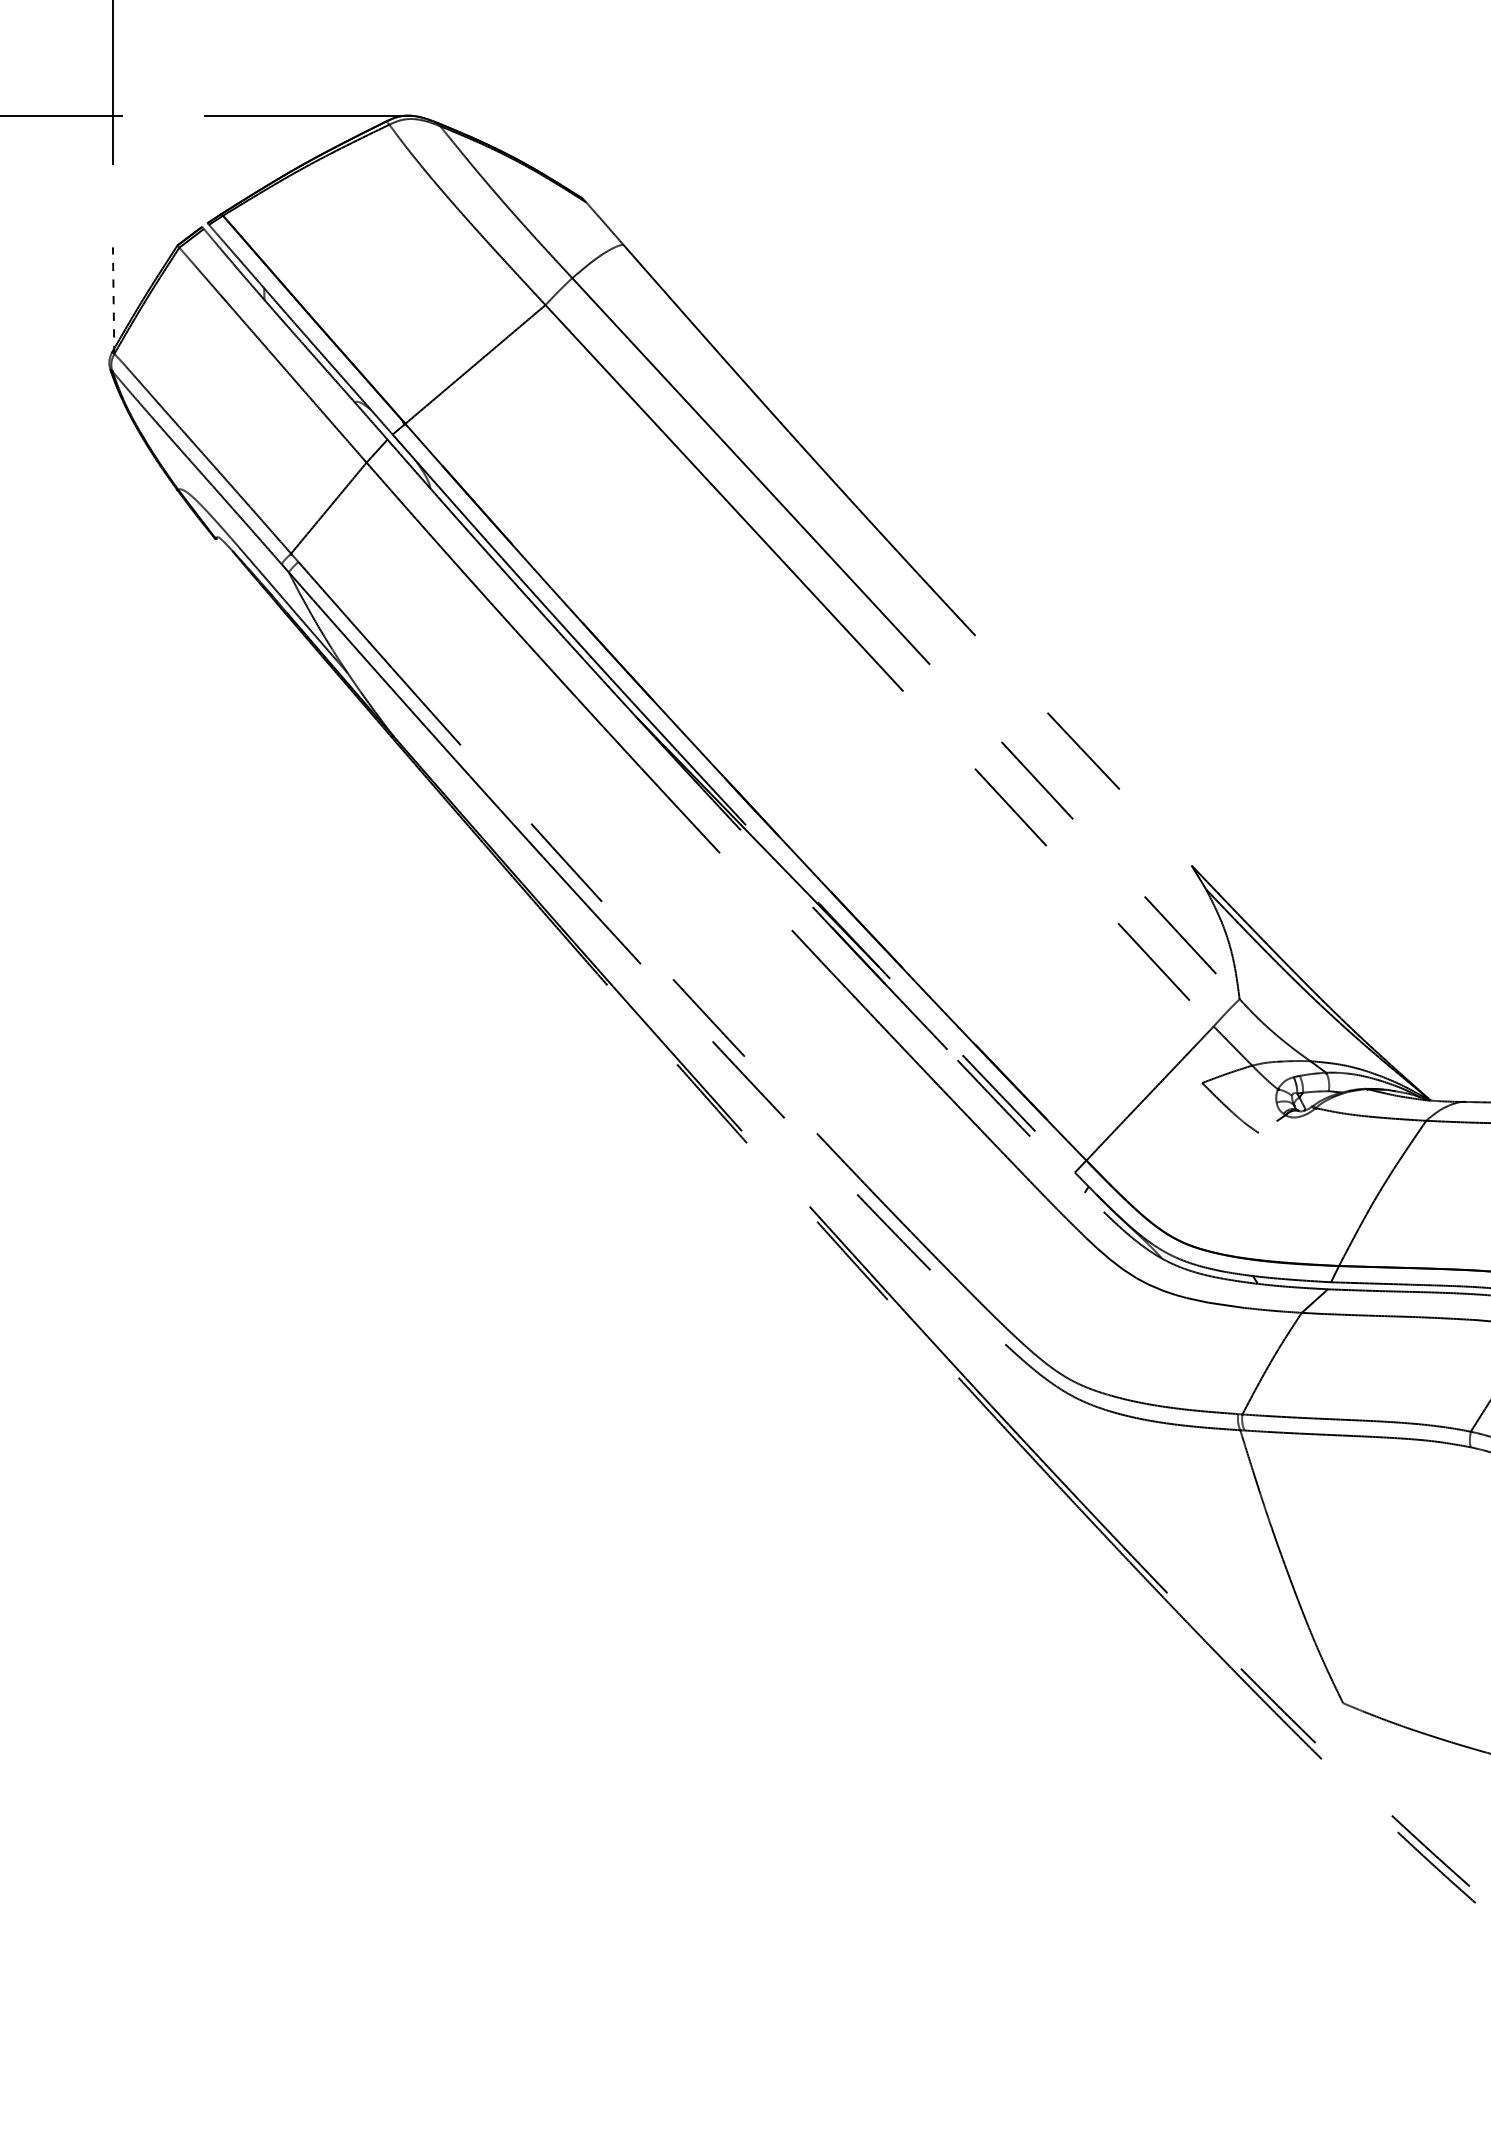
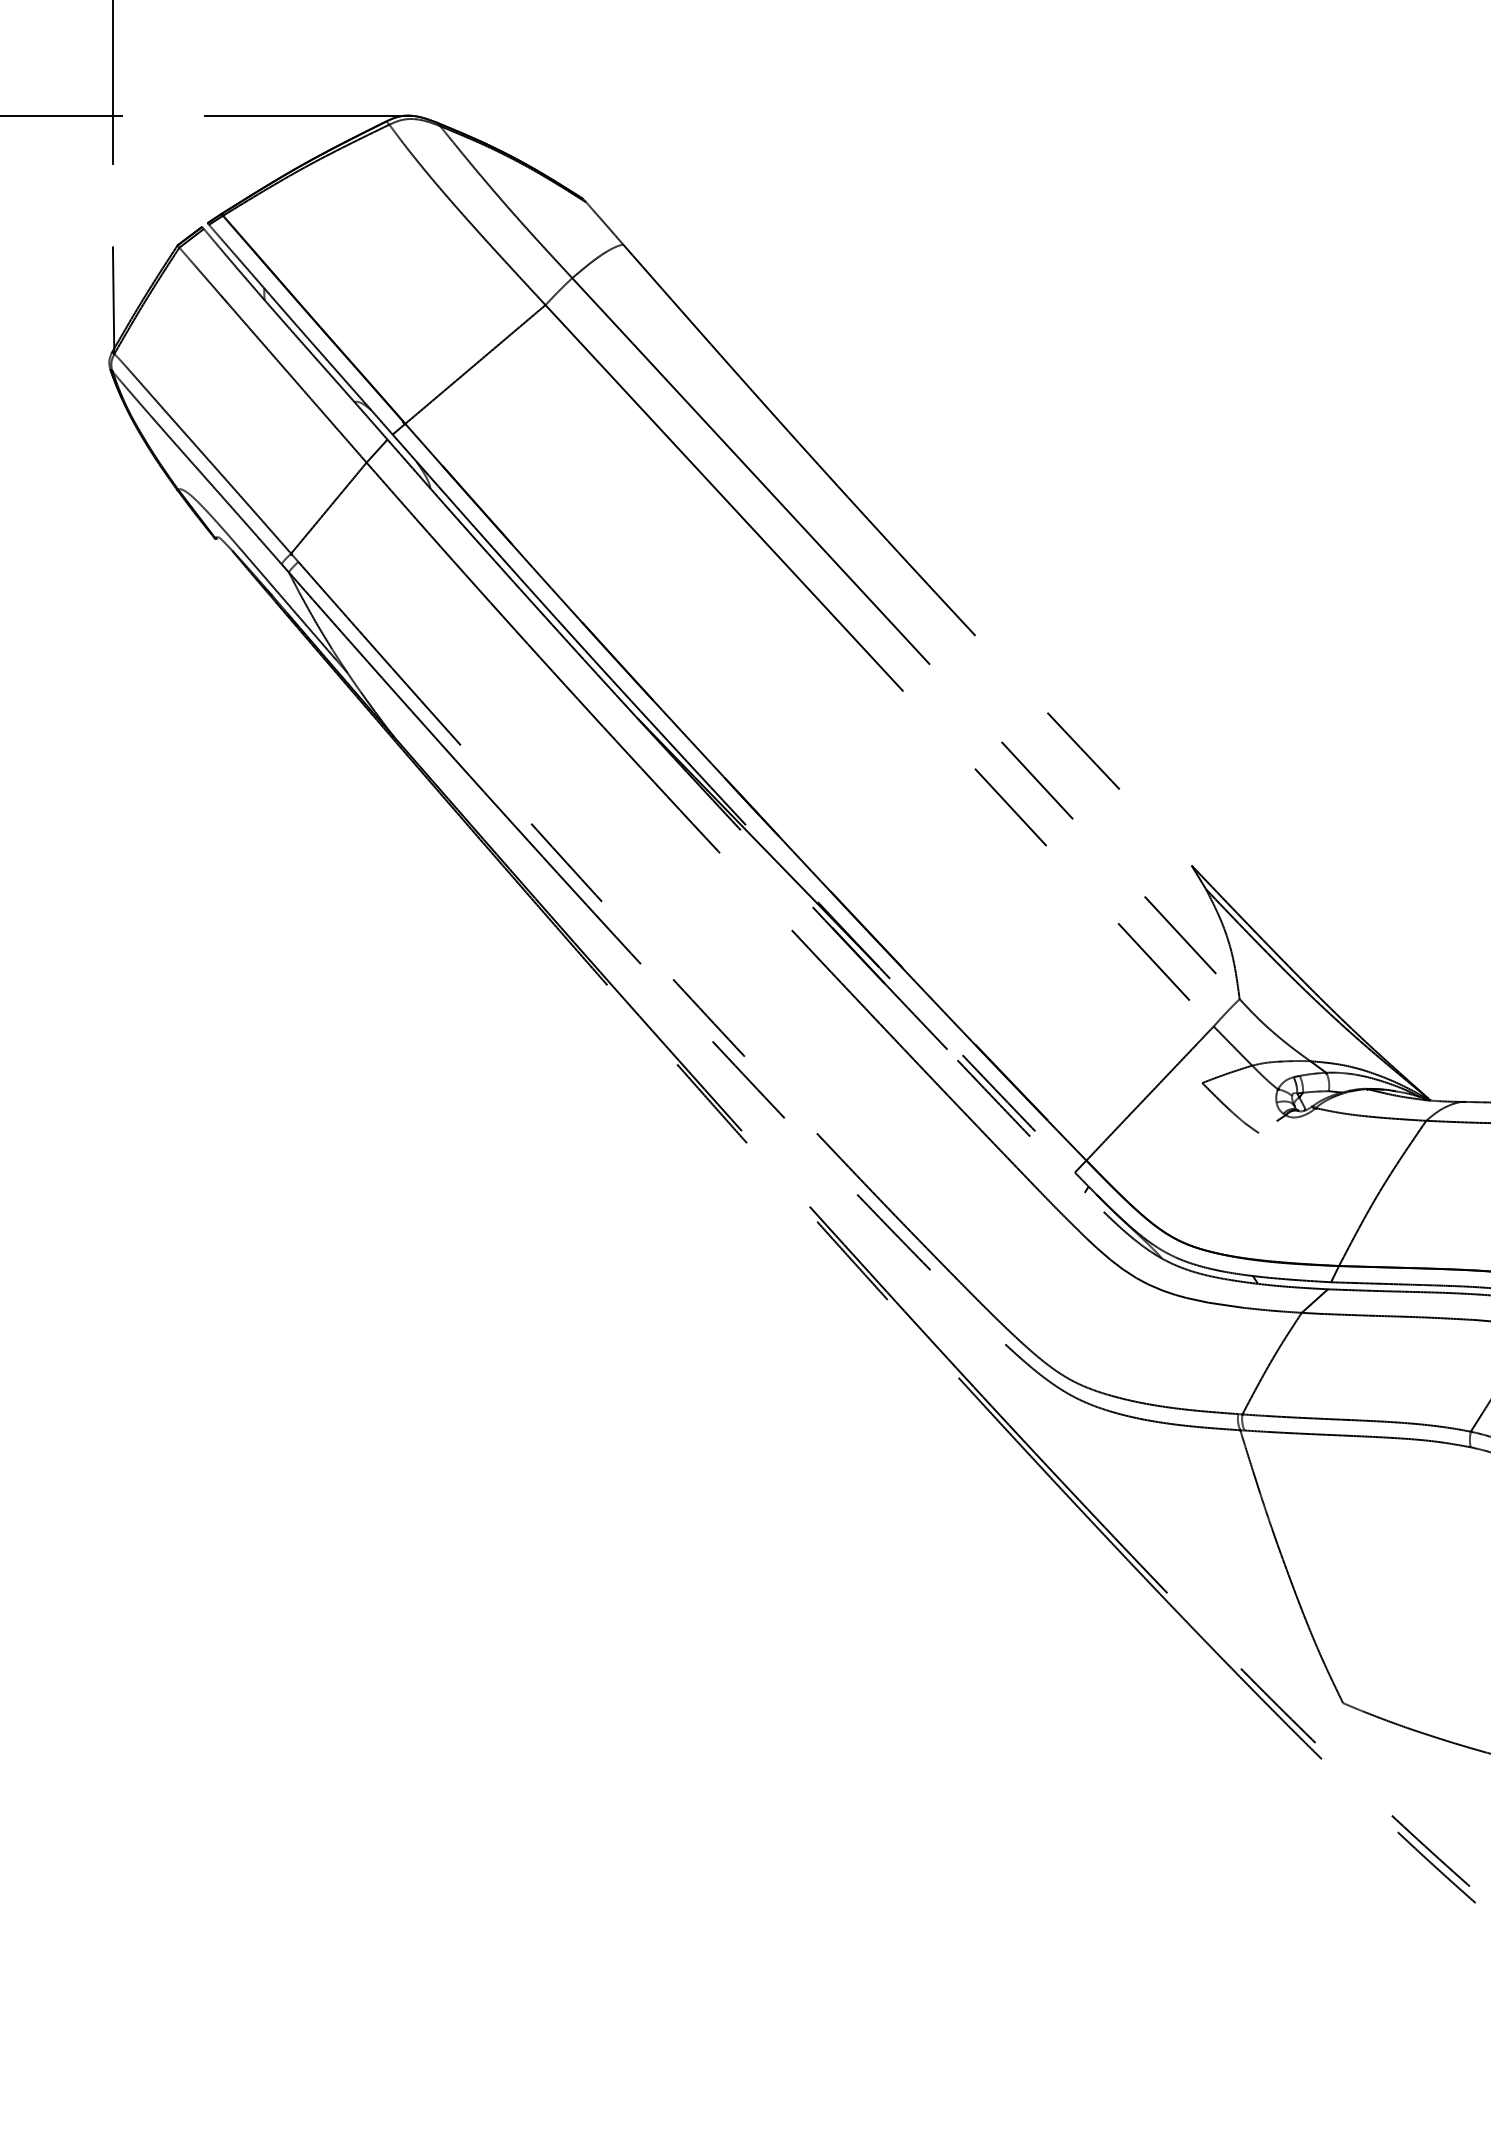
line at (113, 300): dashed -> solid
